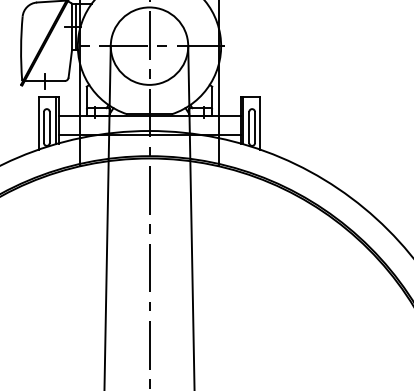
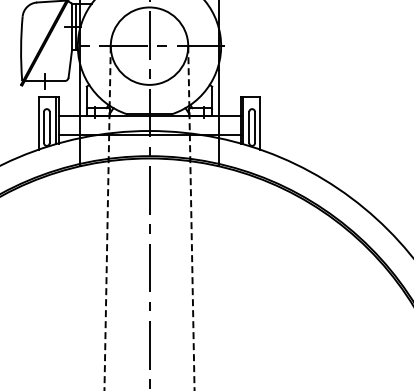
line at (107, 218): solid -> dashed
line at (191, 218): solid -> dashed
